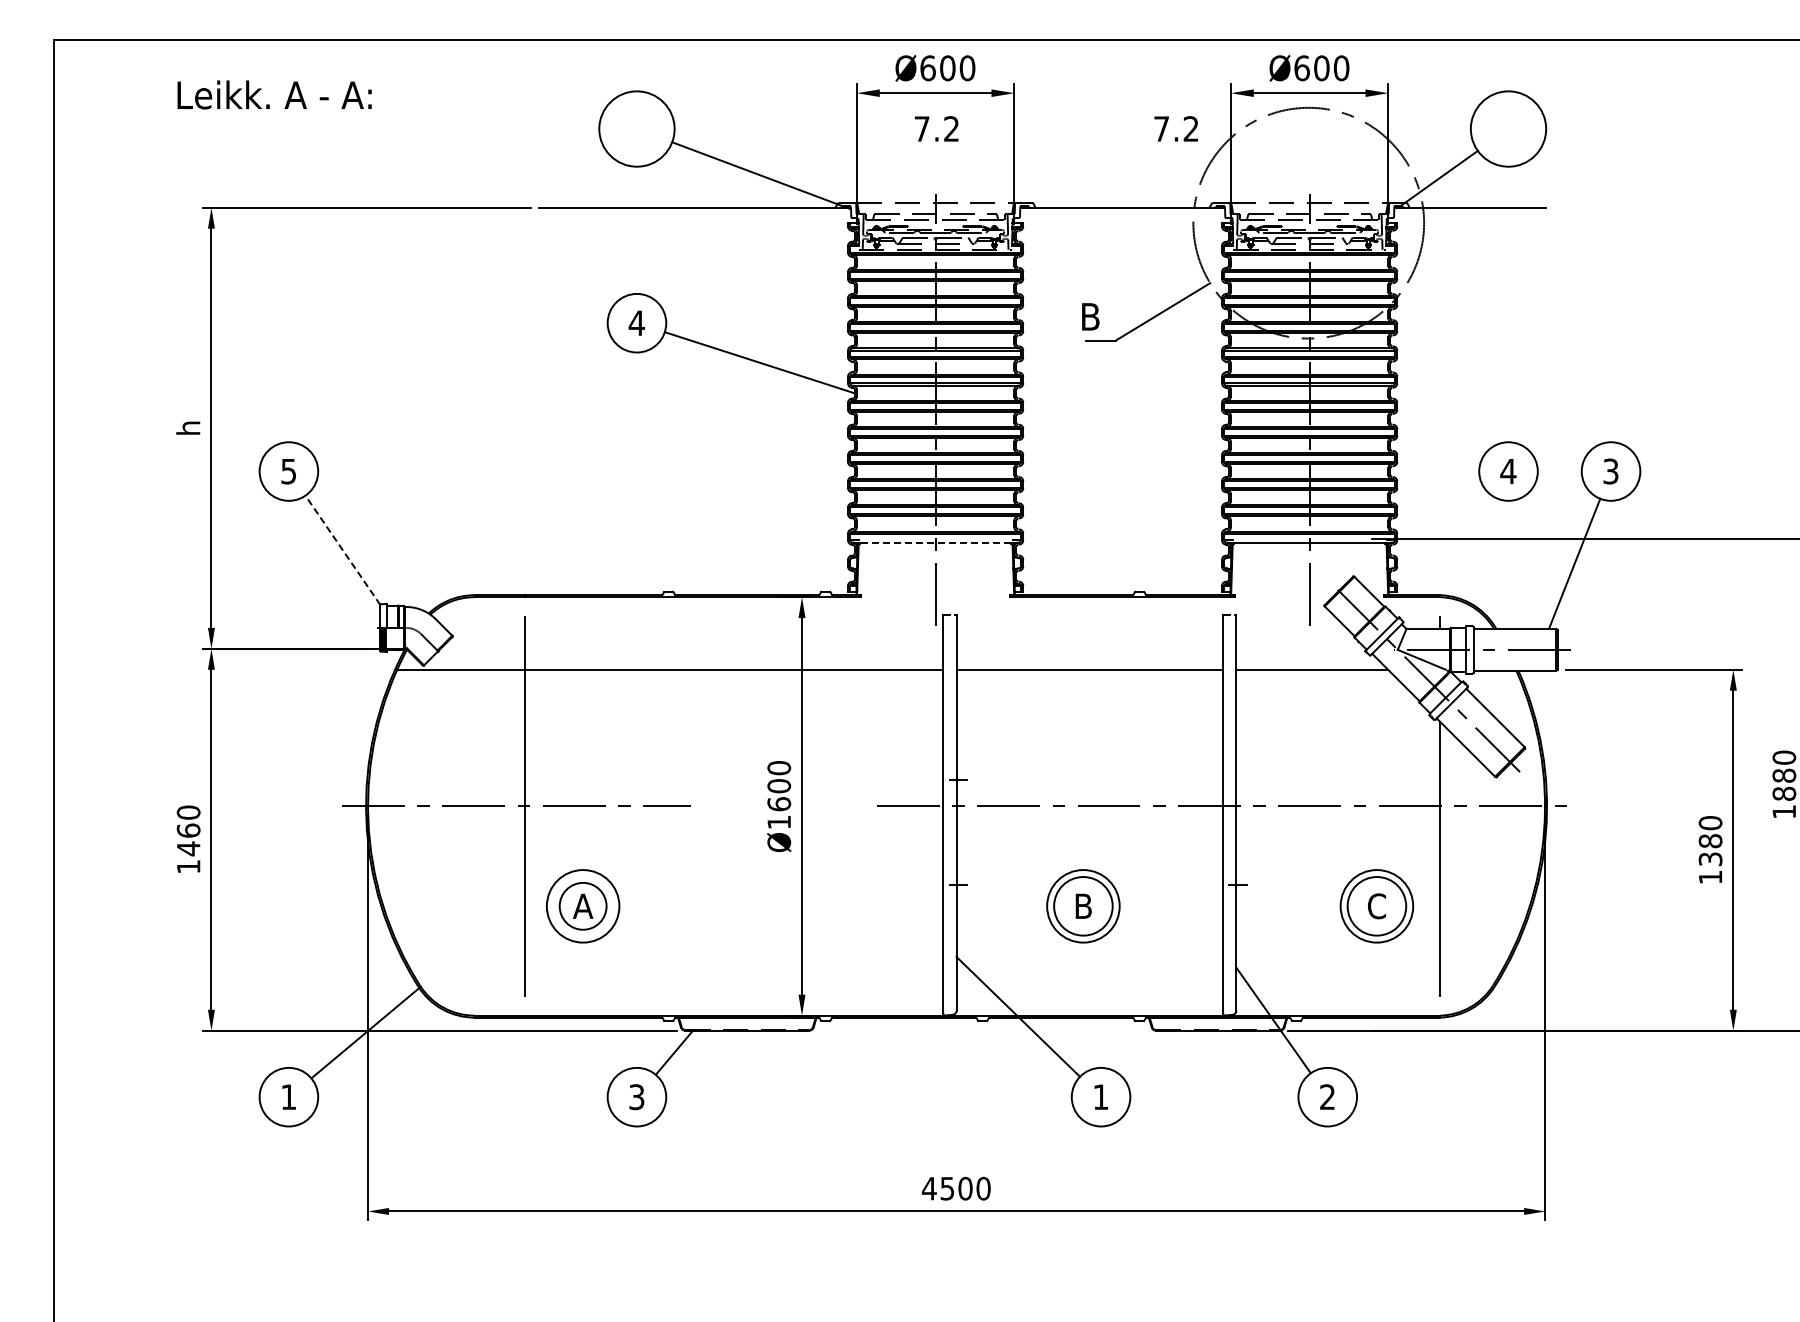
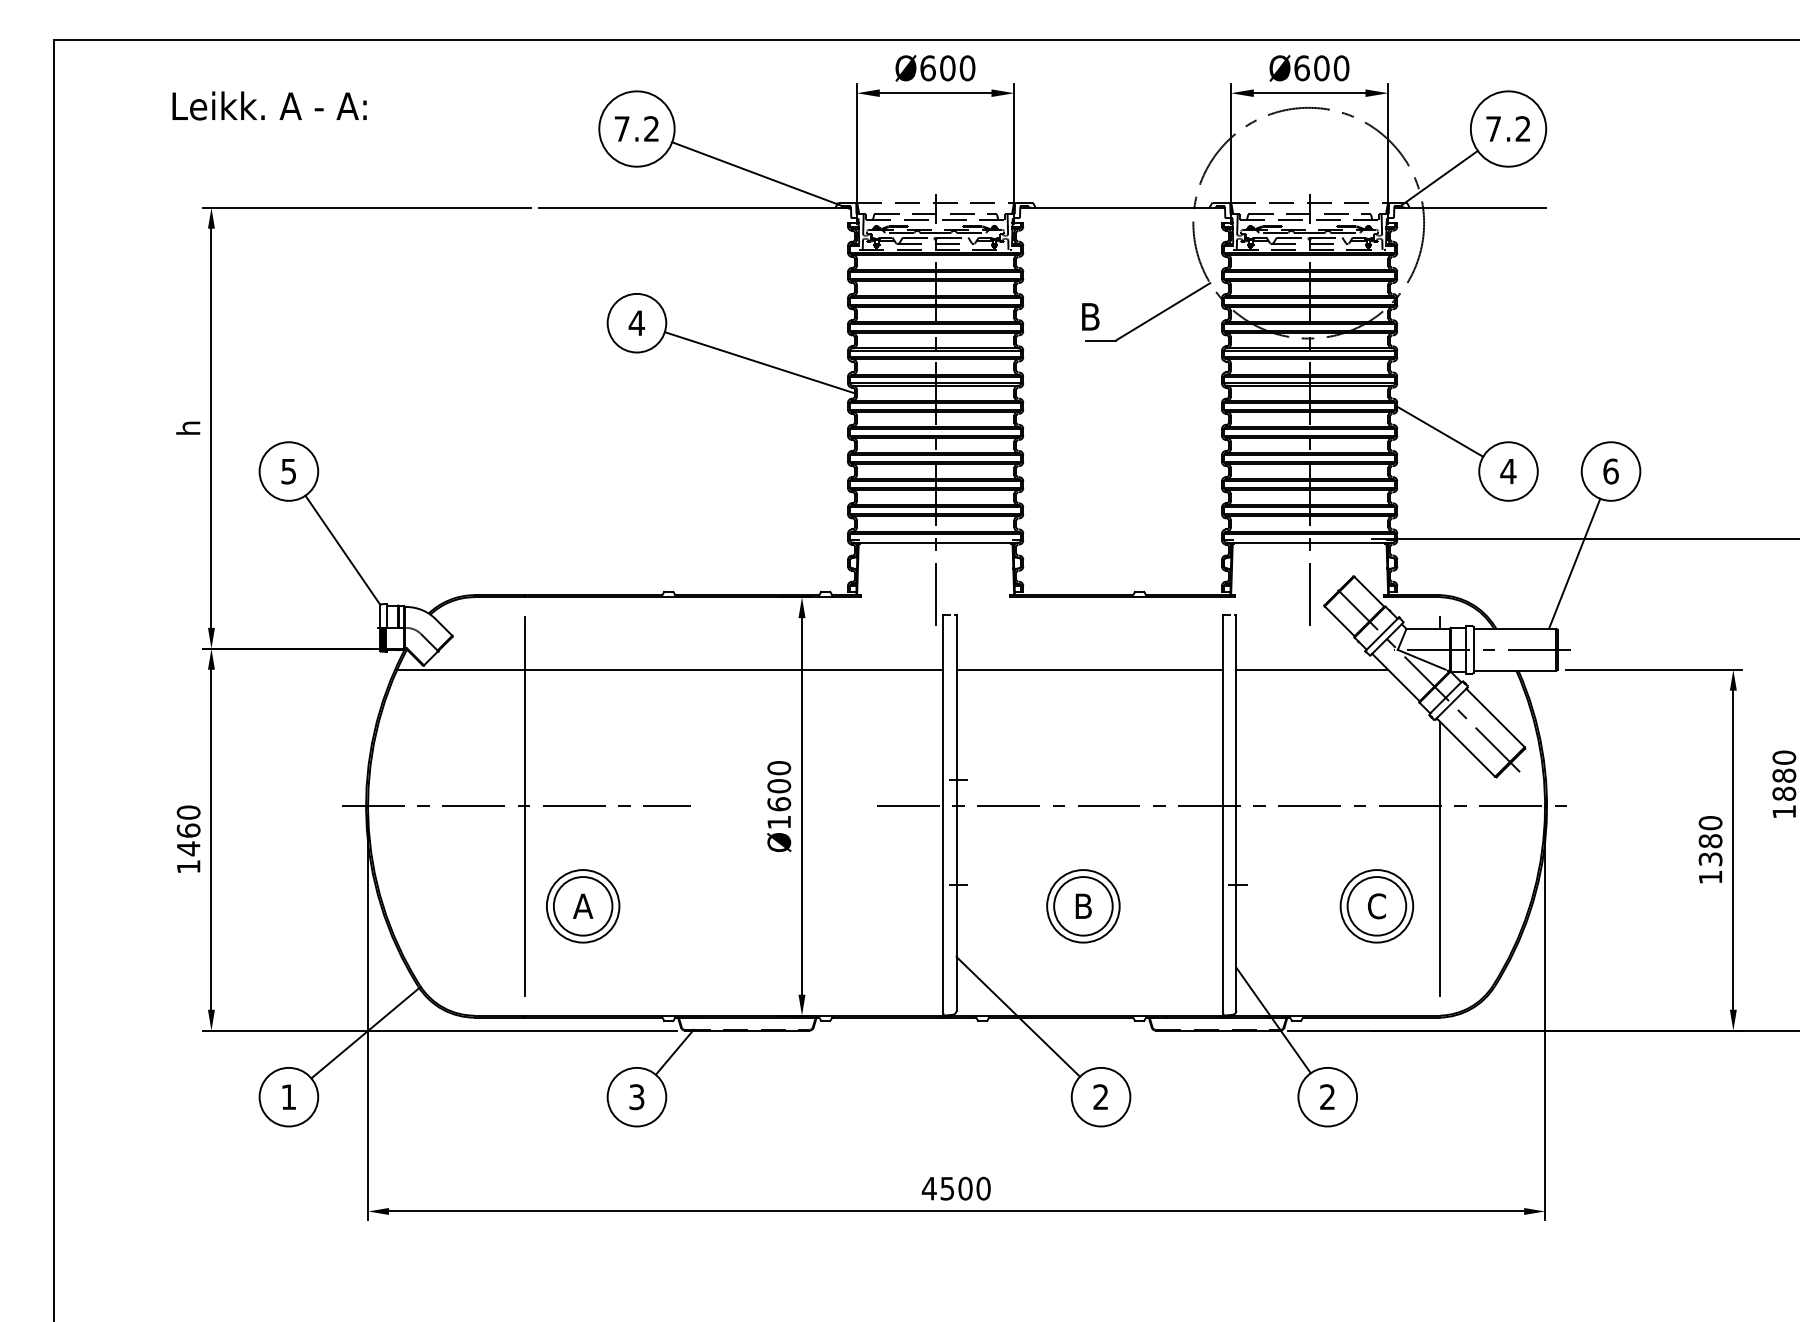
text at (274, 94) position: (274, 94) -> (269, 105)
text at (936, 128) position: (936, 128) -> (636, 128)
text at (1175, 128) position: (1175, 128) -> (1507, 128)
line at (1440, 431): none -> present
text at (1610, 471): 3 -> 6
line at (935, 542): dashed -> solid
line at (342, 549): dashed -> solid
circle at (582, 905) diameter: 47 px -> 59 px
text at (1100, 1096): 1 -> 2
